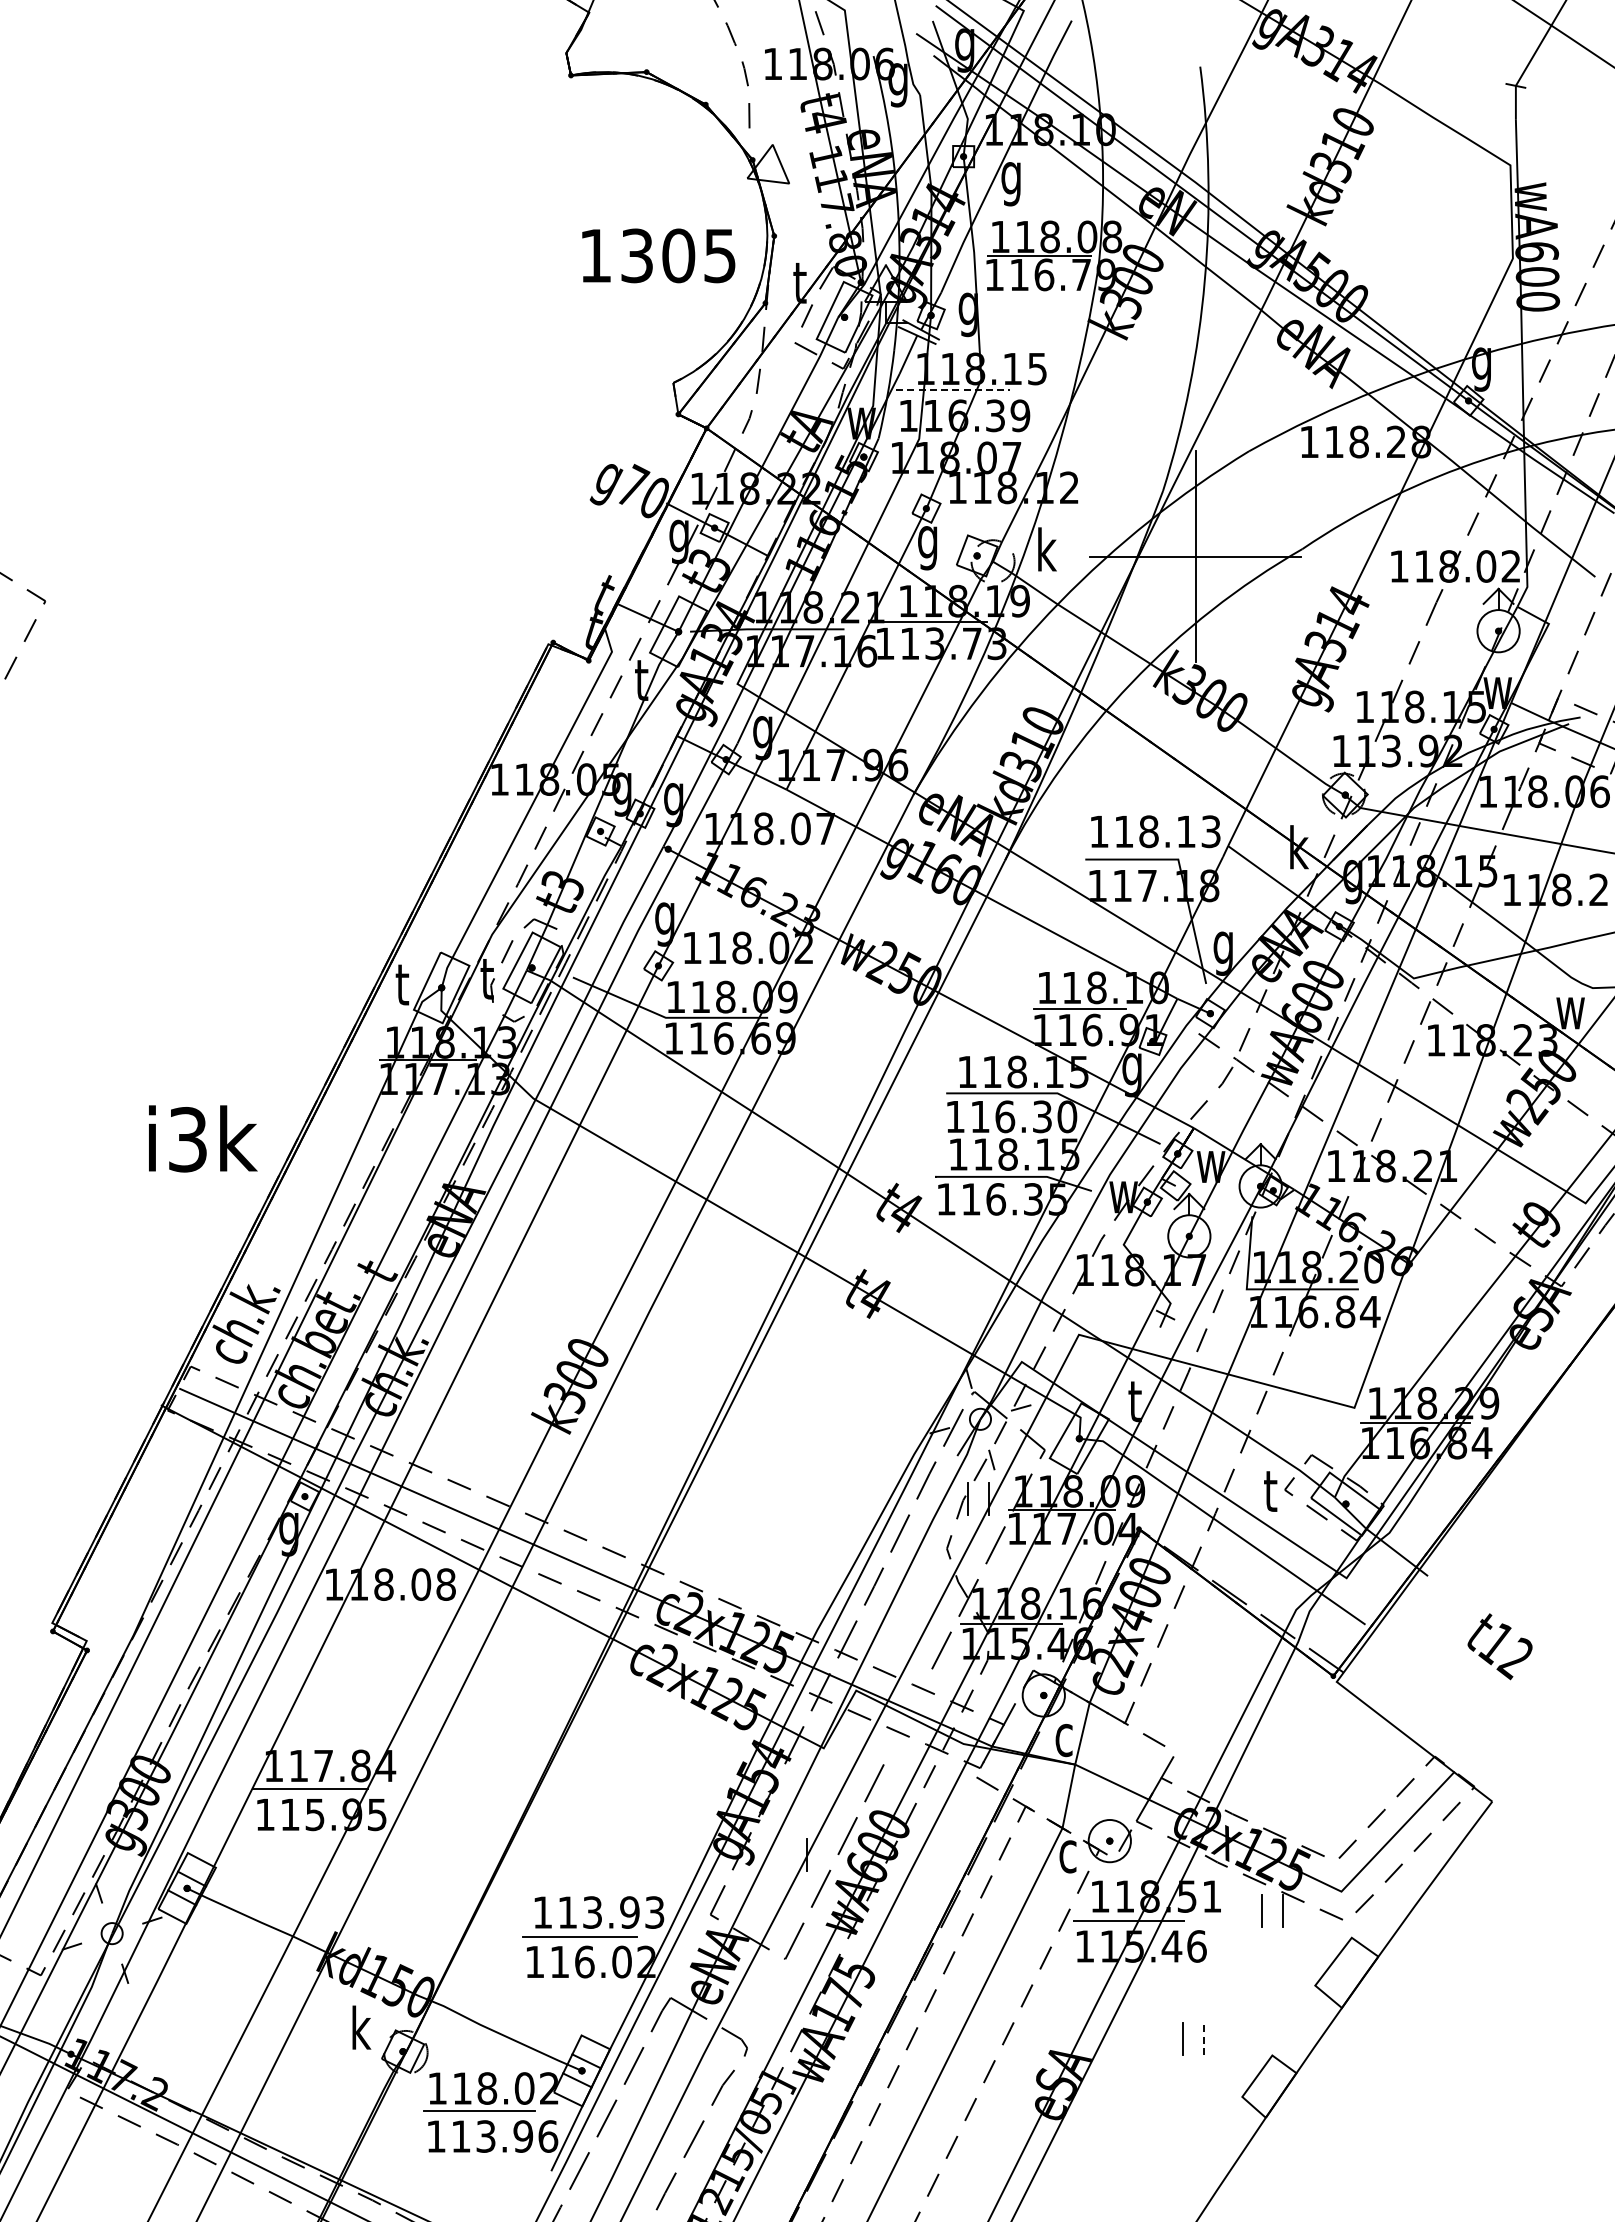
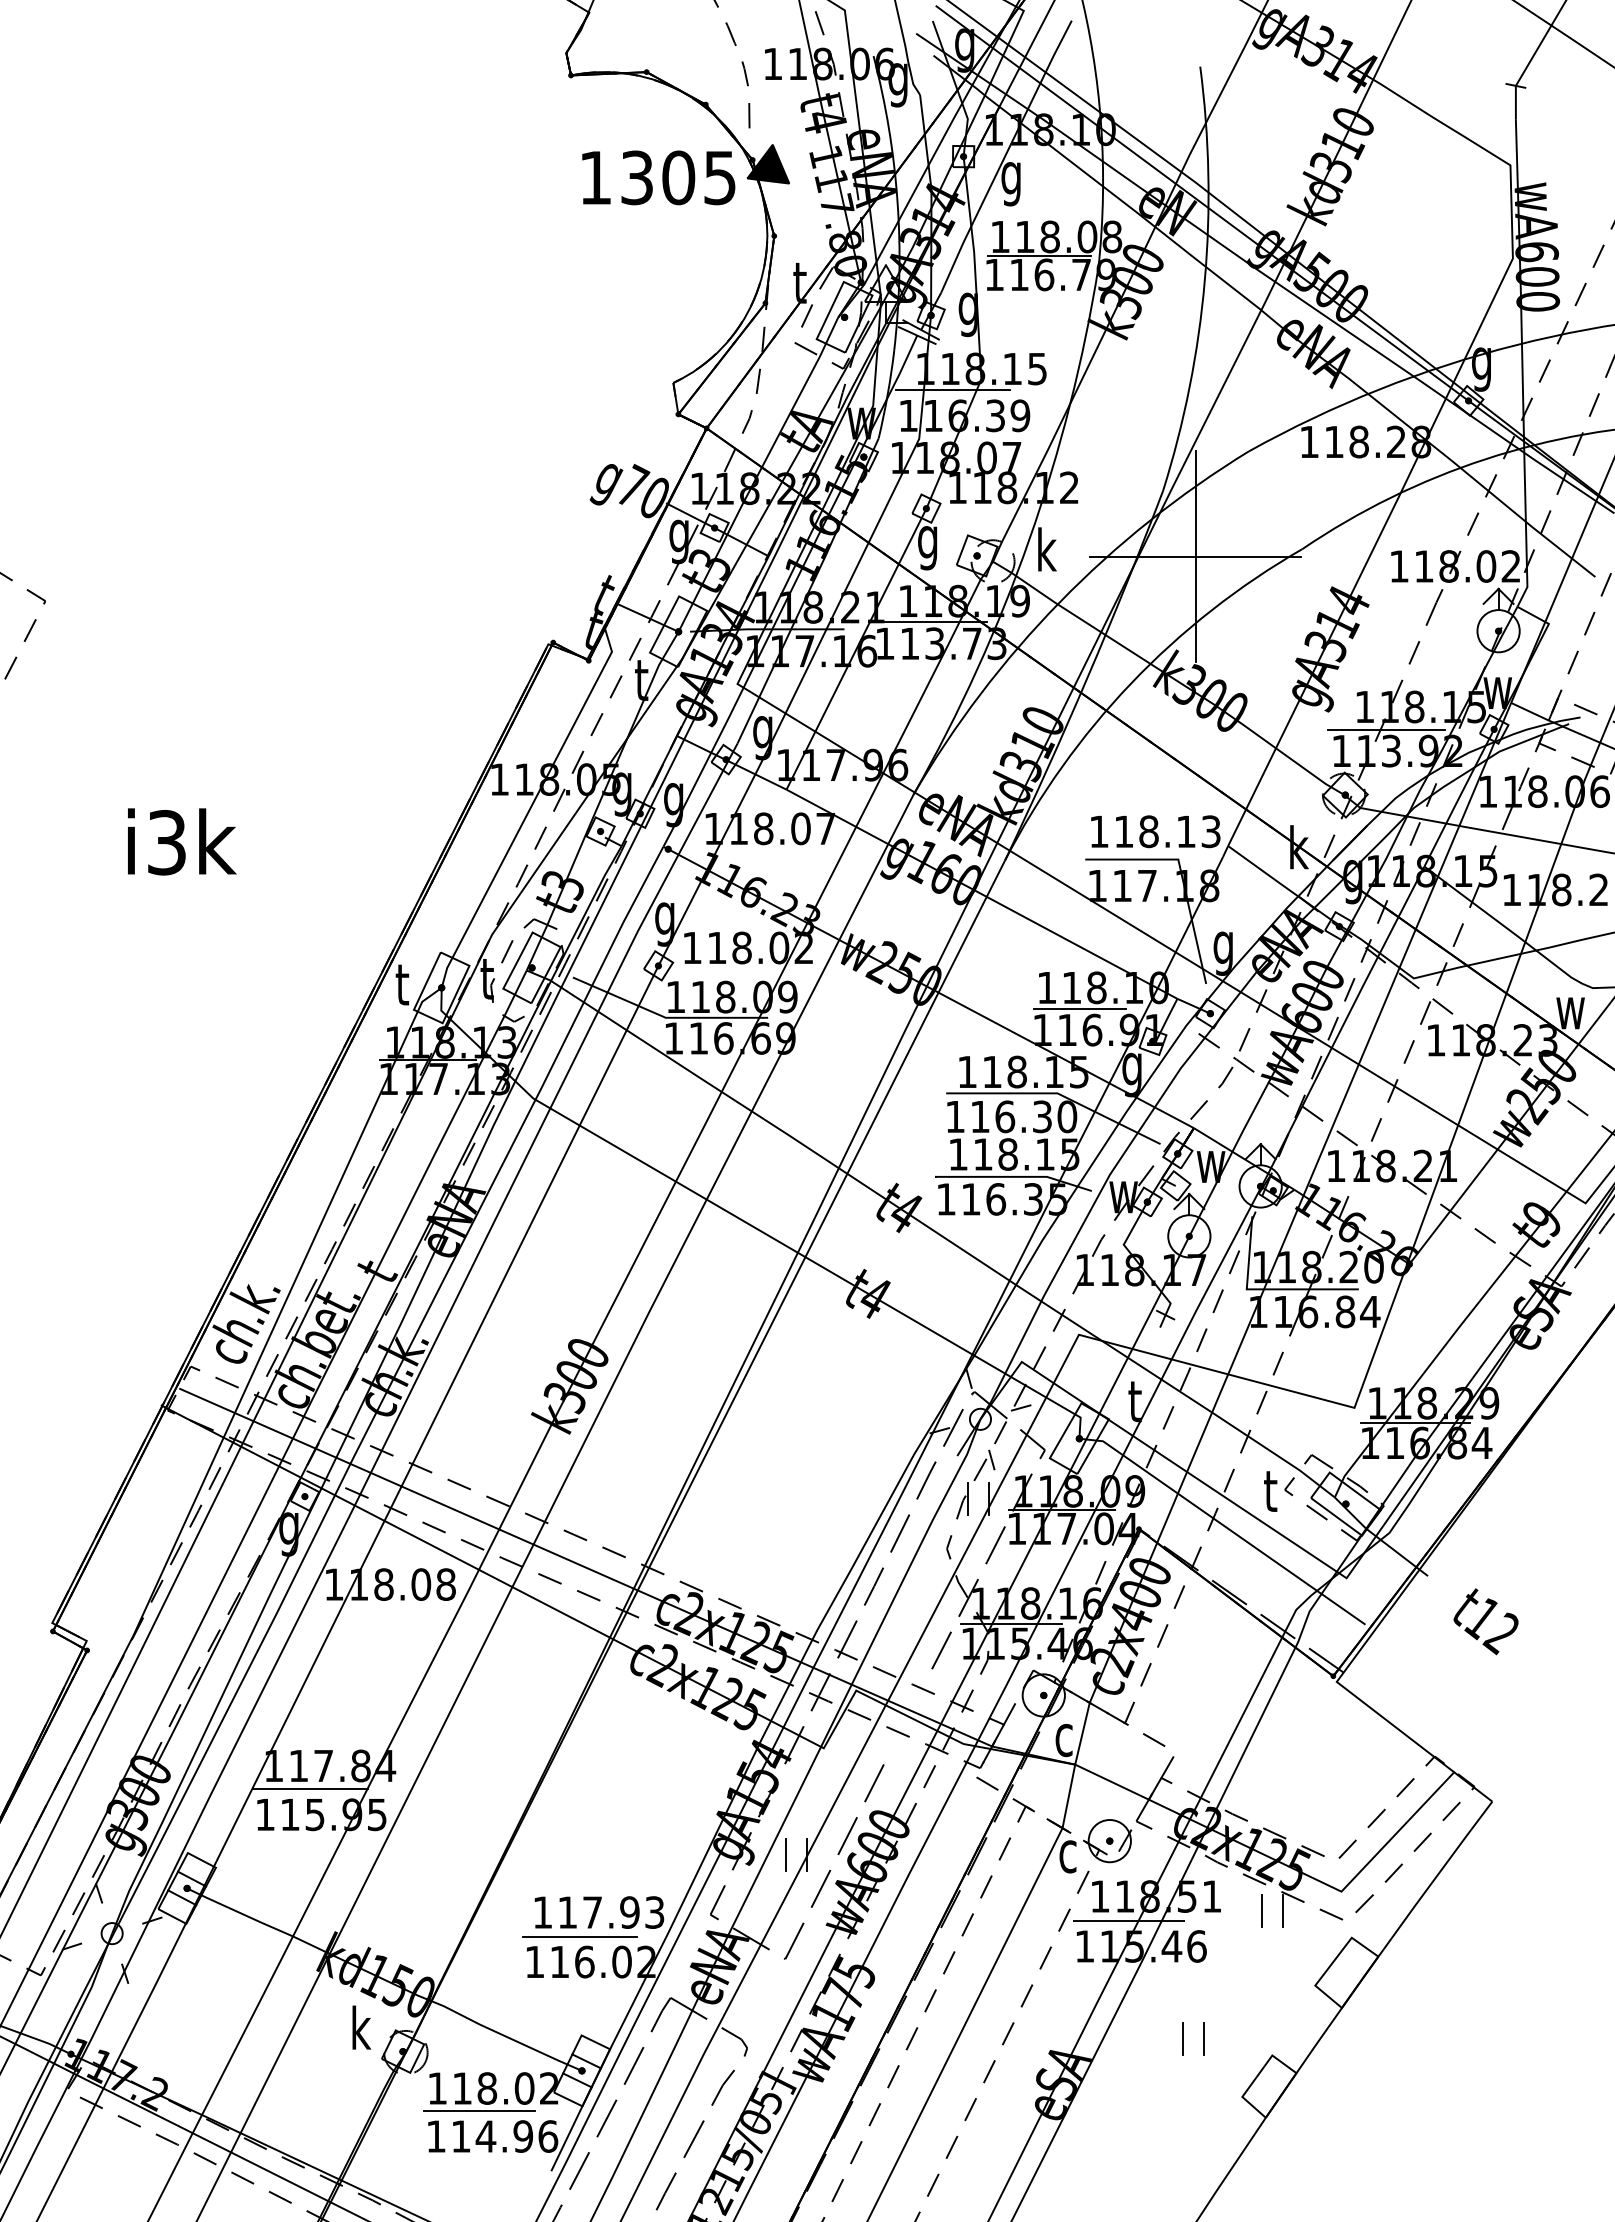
fill at (768, 163): none -> present
text at (658, 255) position: (658, 255) -> (658, 177)
line at (953, 390): dashed -> solid
line at (1385, 730): none -> present
text at (203, 1138) position: (203, 1138) -> (182, 841)
text at (1499, 1646) position: (1499, 1646) -> (1485, 1621)
line at (786, 1855): none -> present
text at (592, 1912): 113.93 -> 117.93
line at (1203, 2038): dashed -> solid
text at (485, 2136): 113.96 -> 114.96
